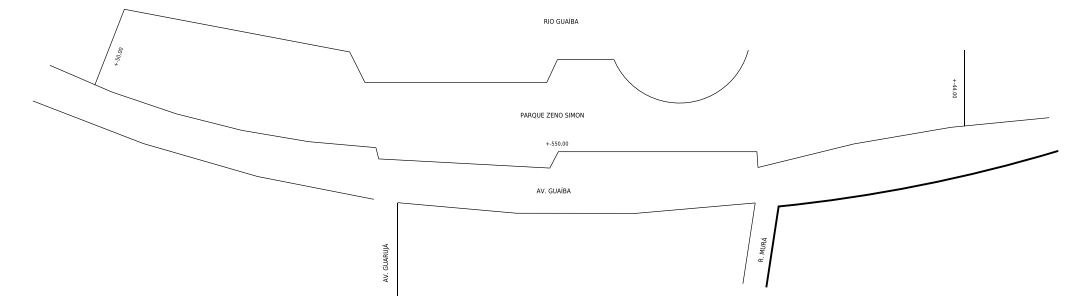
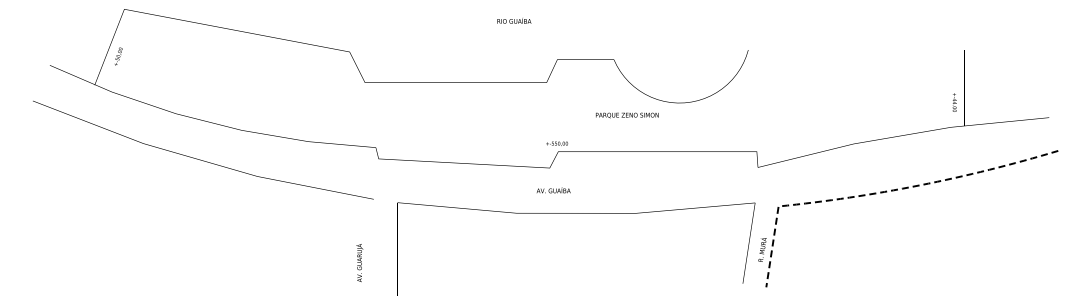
text at (561, 20) position: (561, 20) -> (514, 20)
text at (954, 88) position: (954, 88) -> (954, 102)
text at (552, 115) position: (552, 115) -> (627, 115)
line at (880, 192): solid -> dashed
text at (385, 263) position: (385, 263) -> (359, 263)
